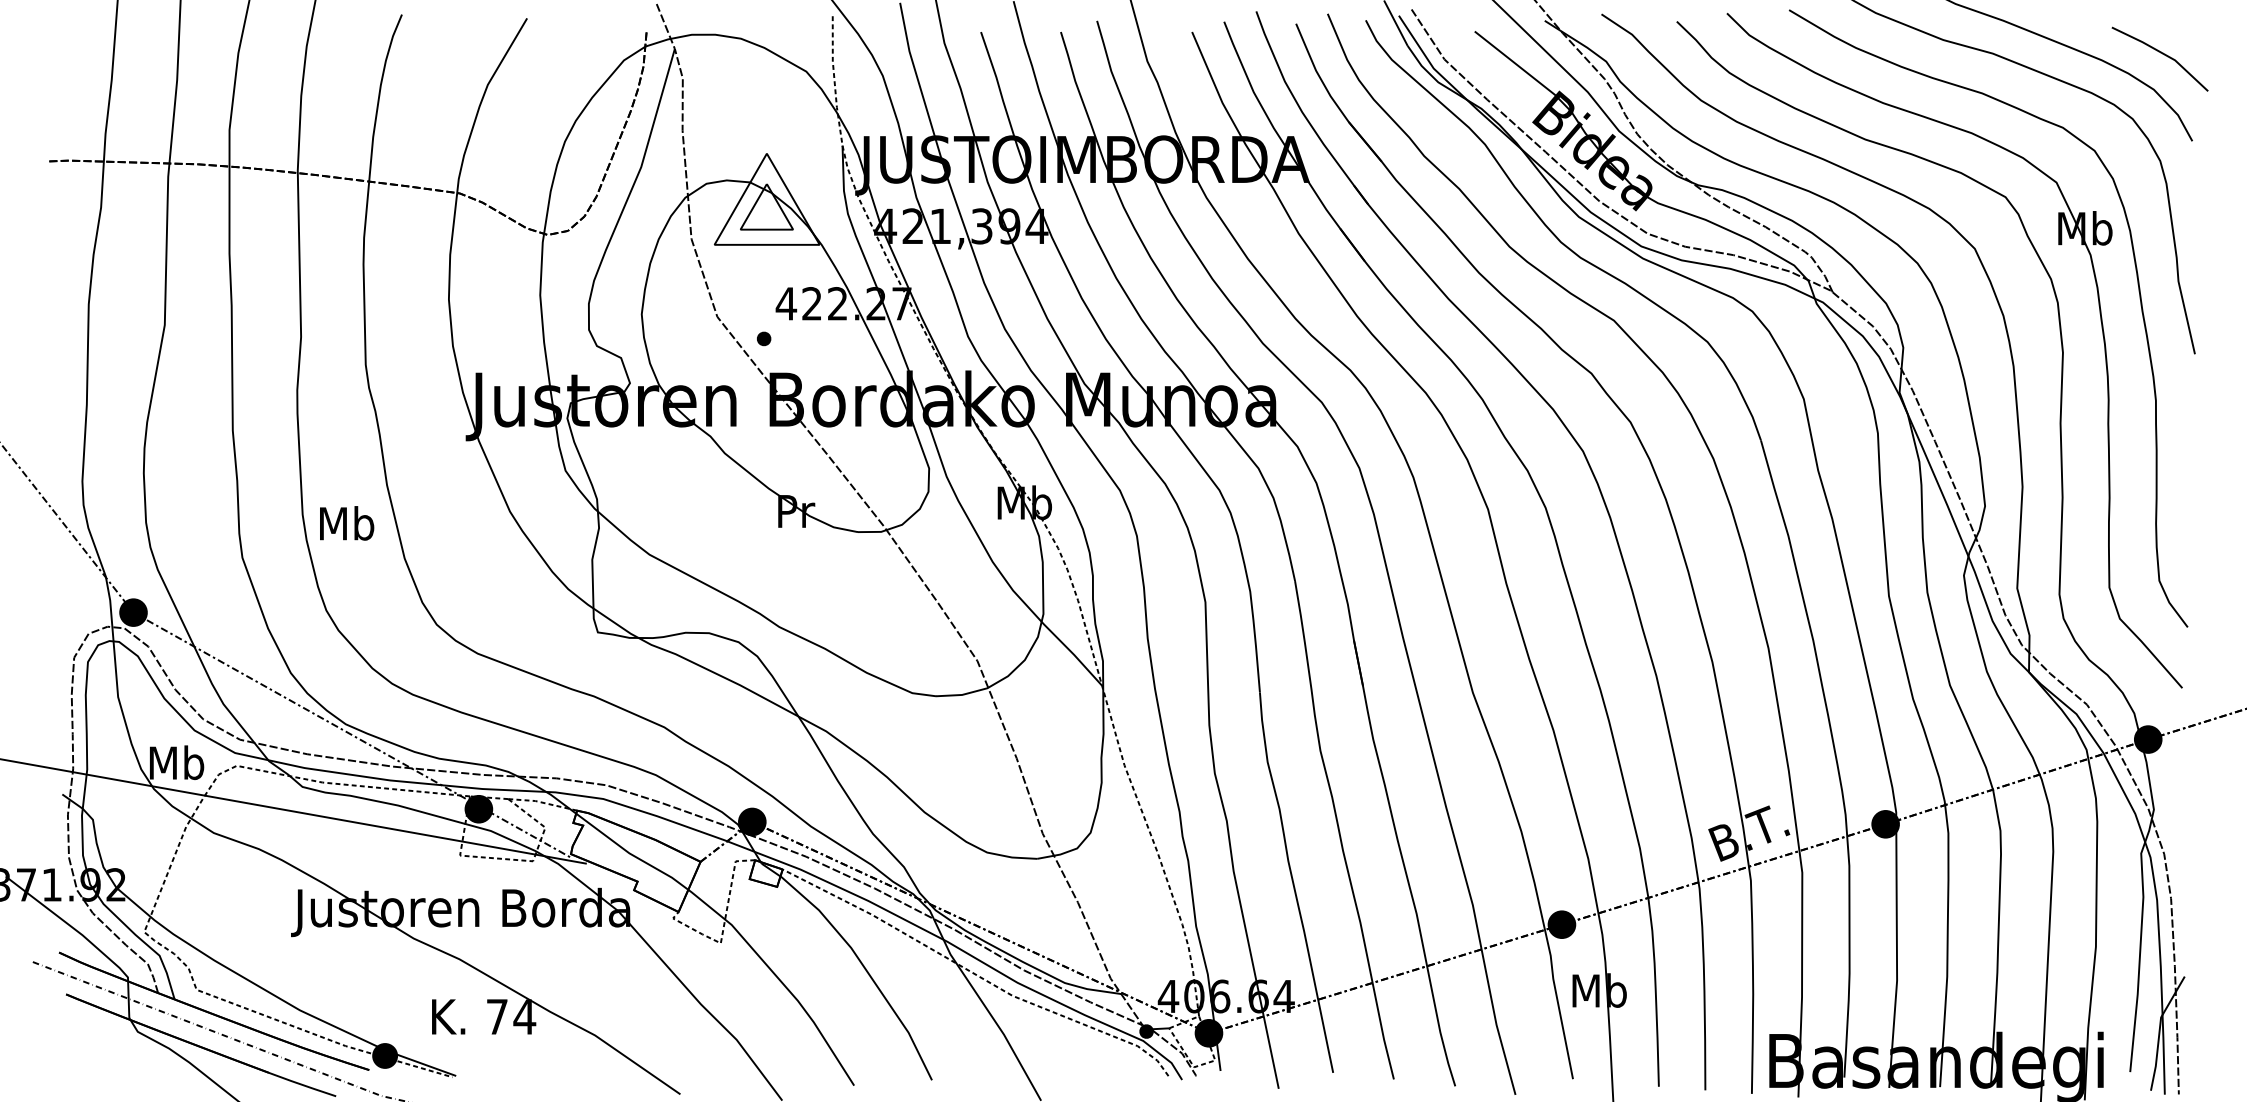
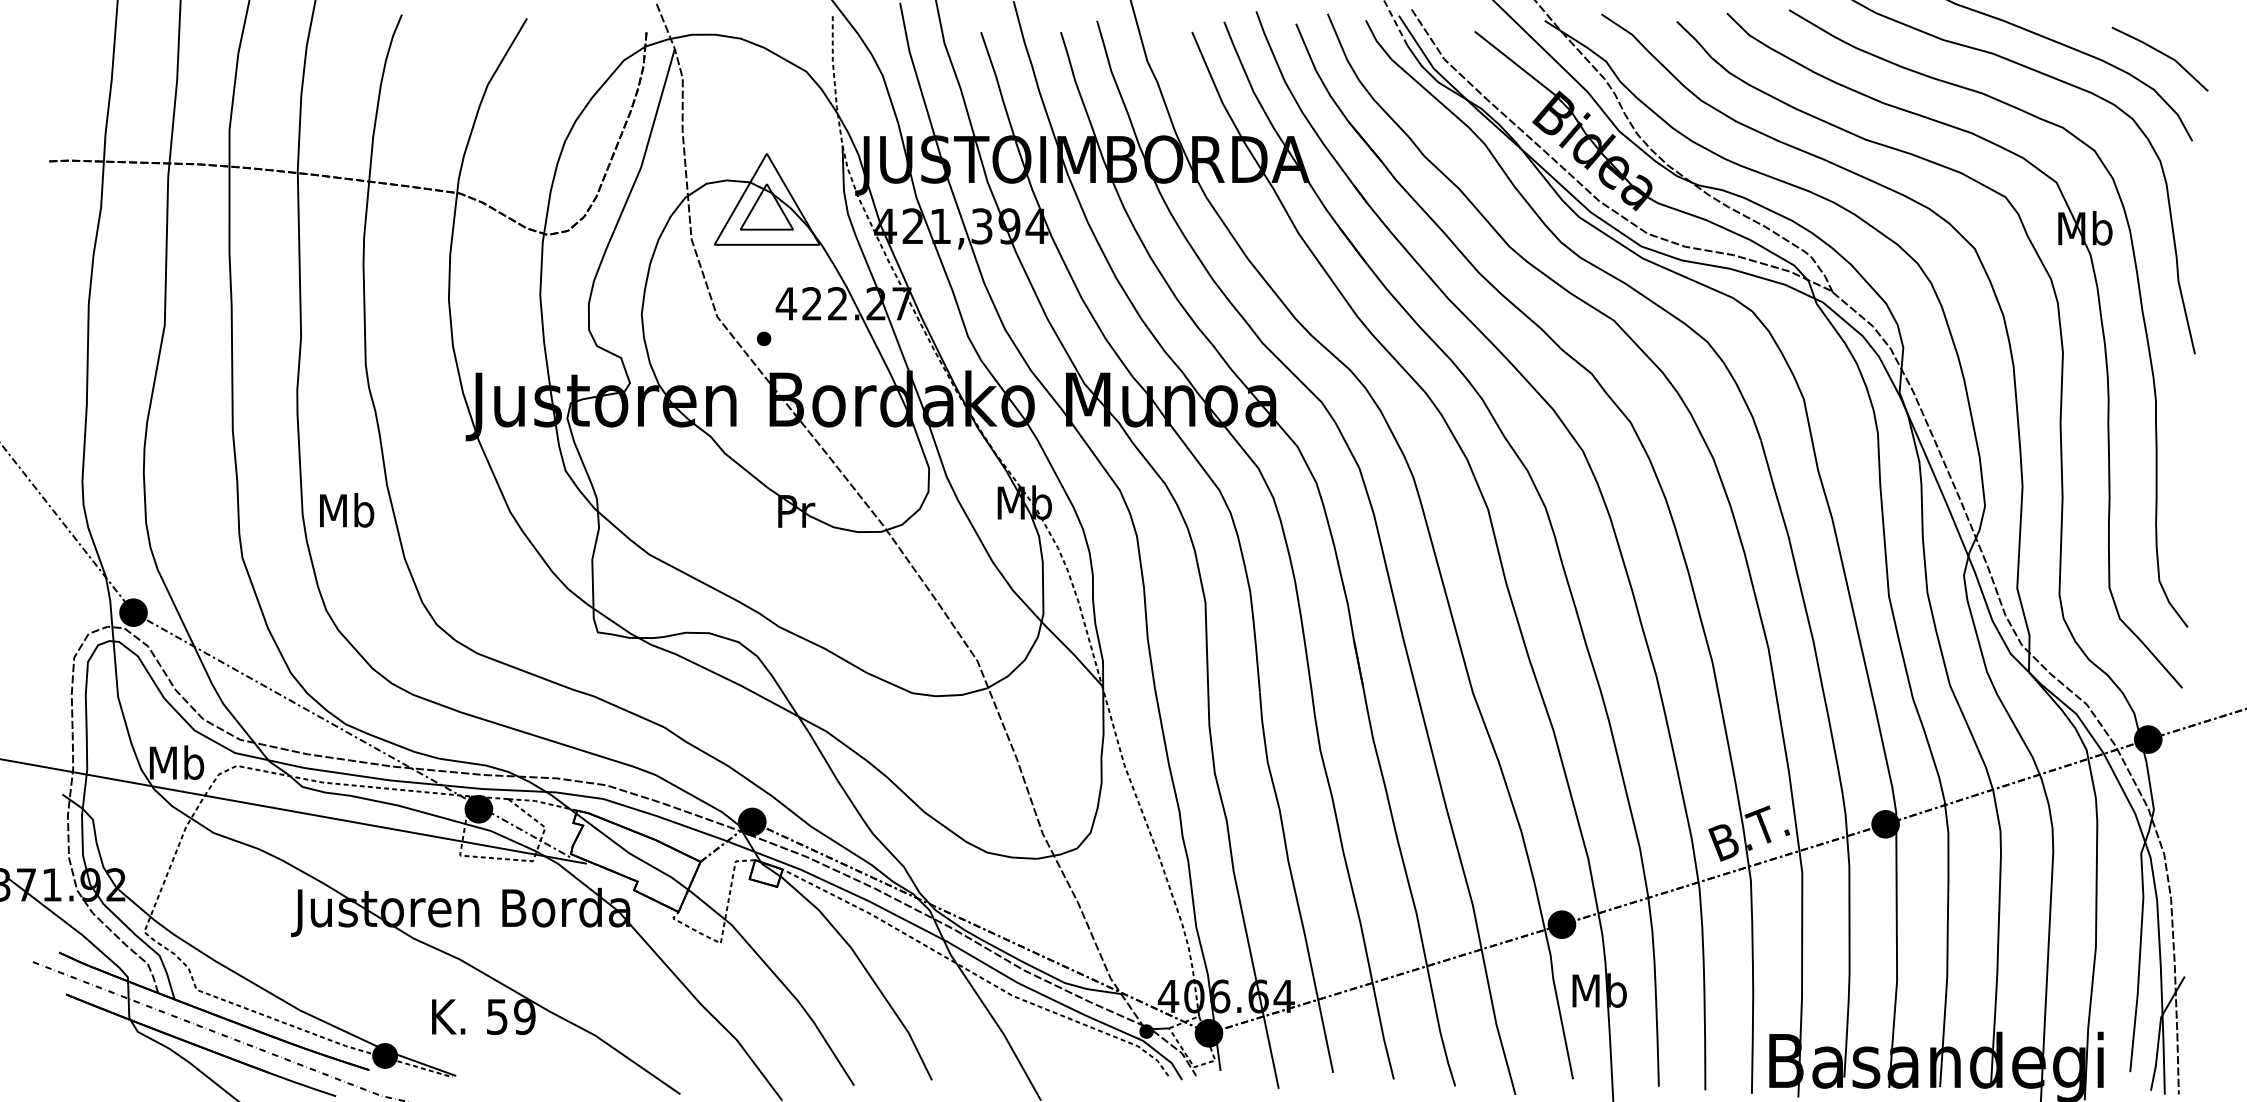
line at (1395, 23): solid -> dashed
text at (347, 523) position: (347, 523) -> (347, 510)
text at (511, 1016): 74 -> 59
